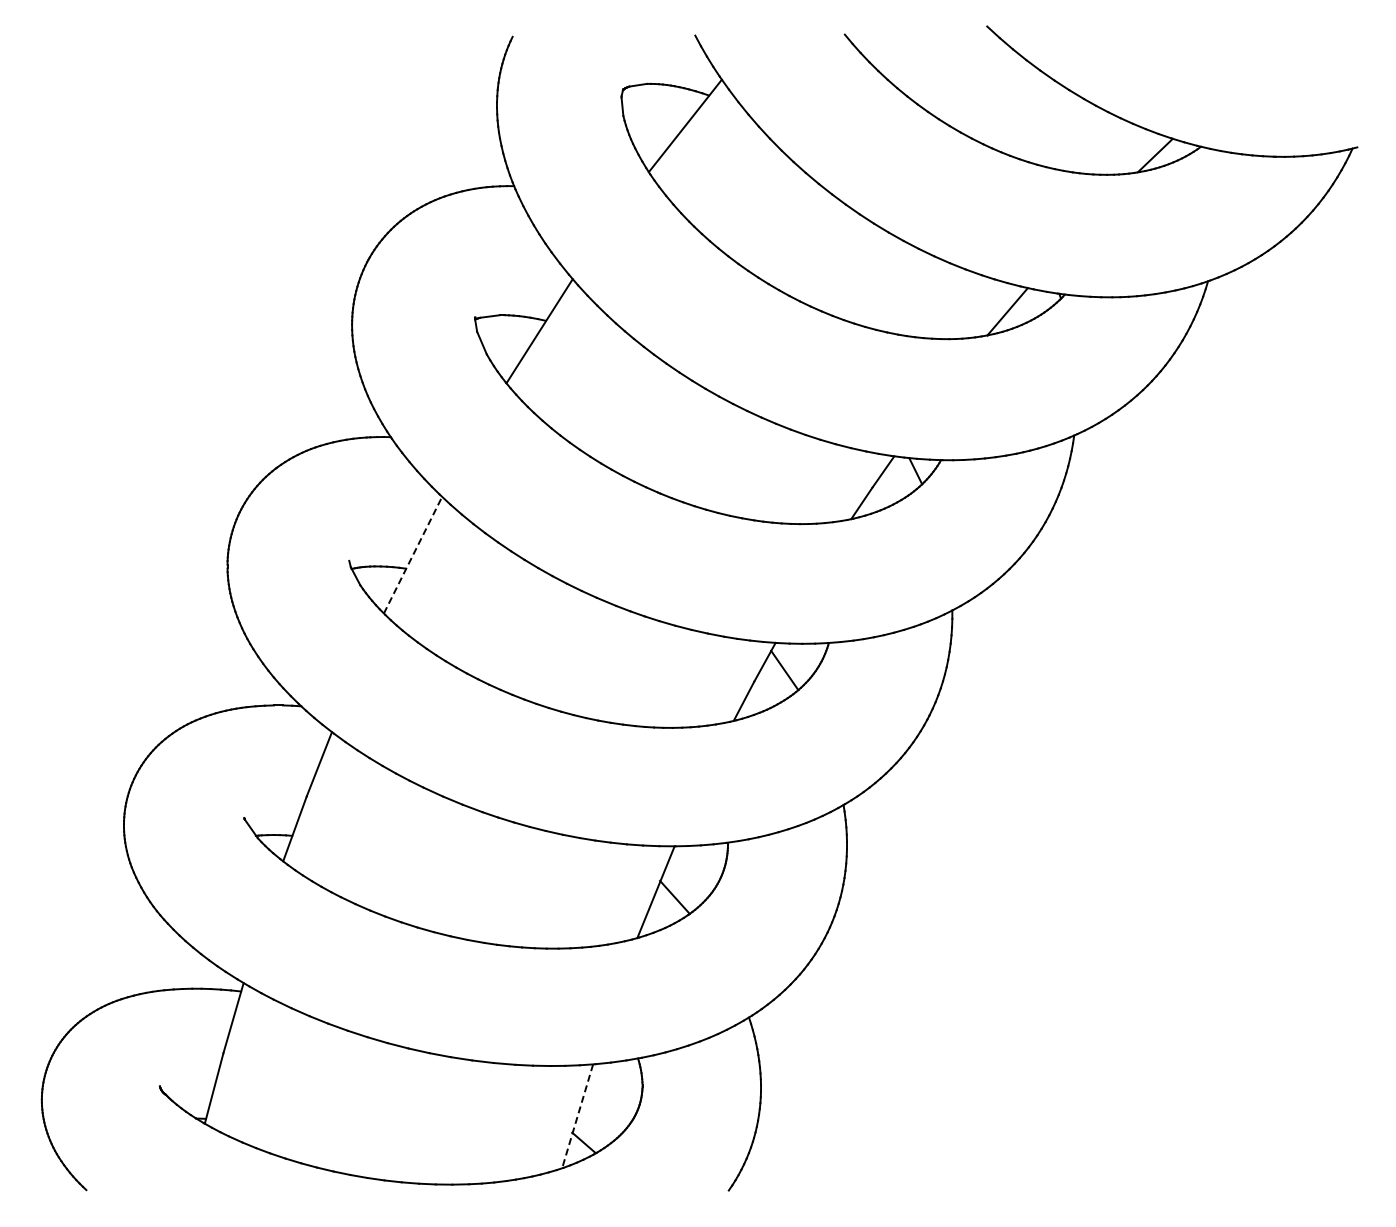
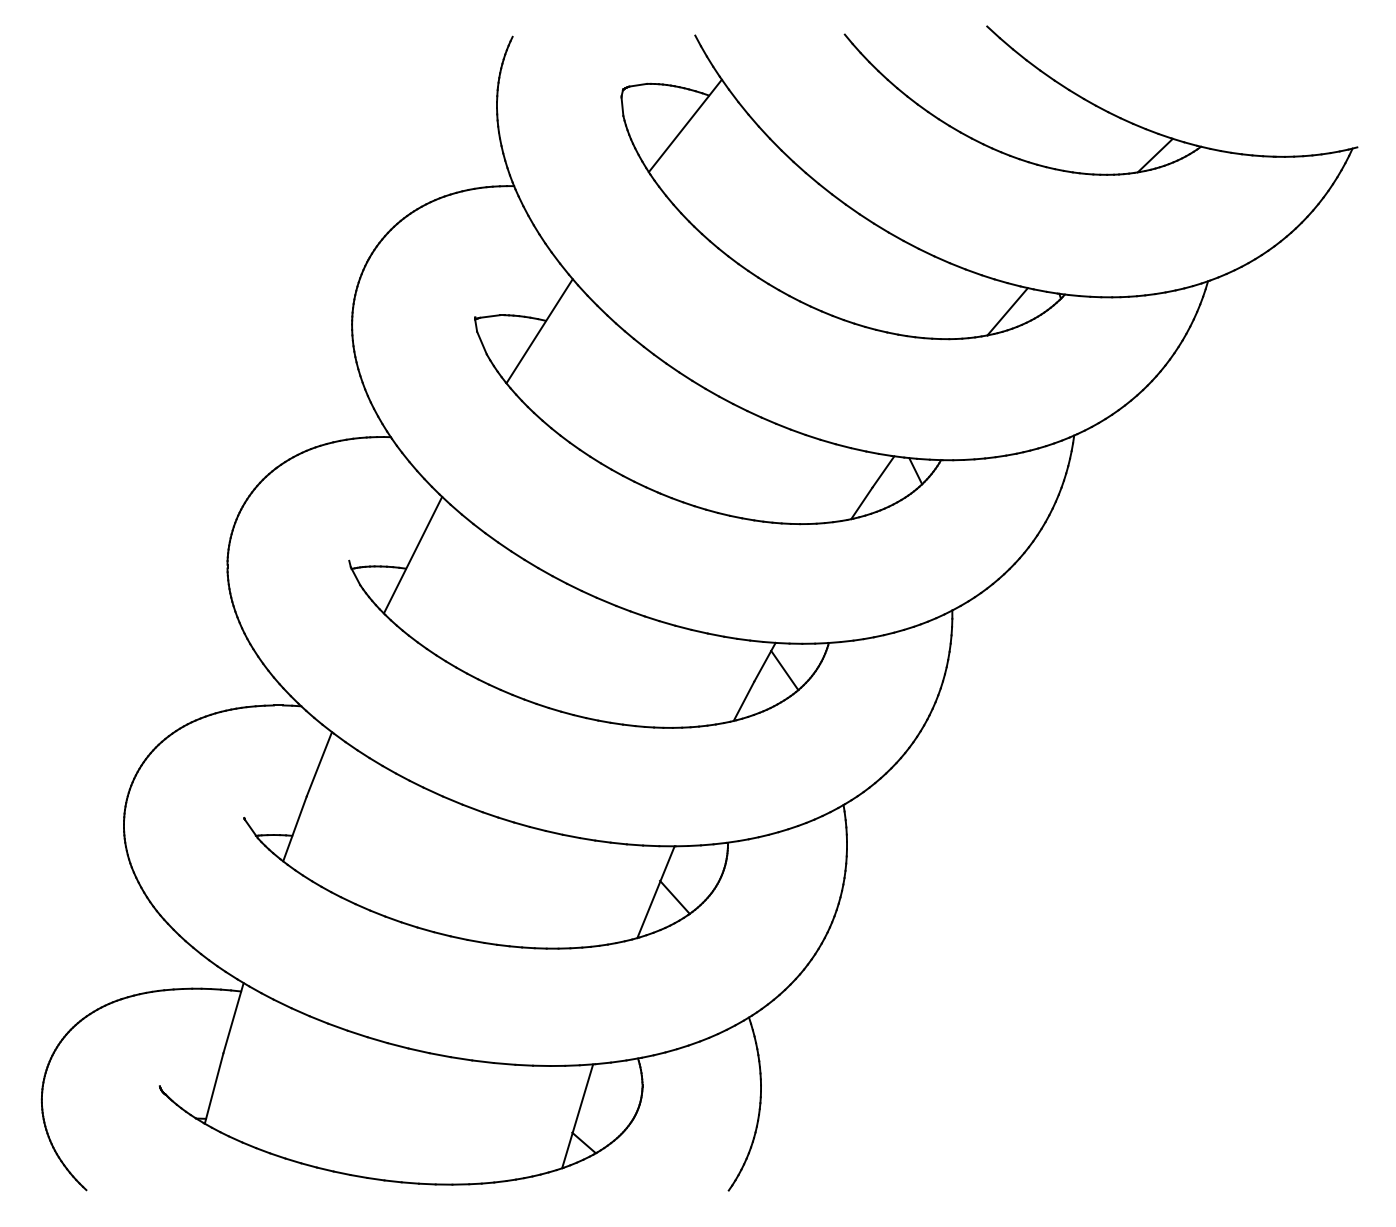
line at (413, 554): dashed -> solid
line at (577, 1116): dashed -> solid
